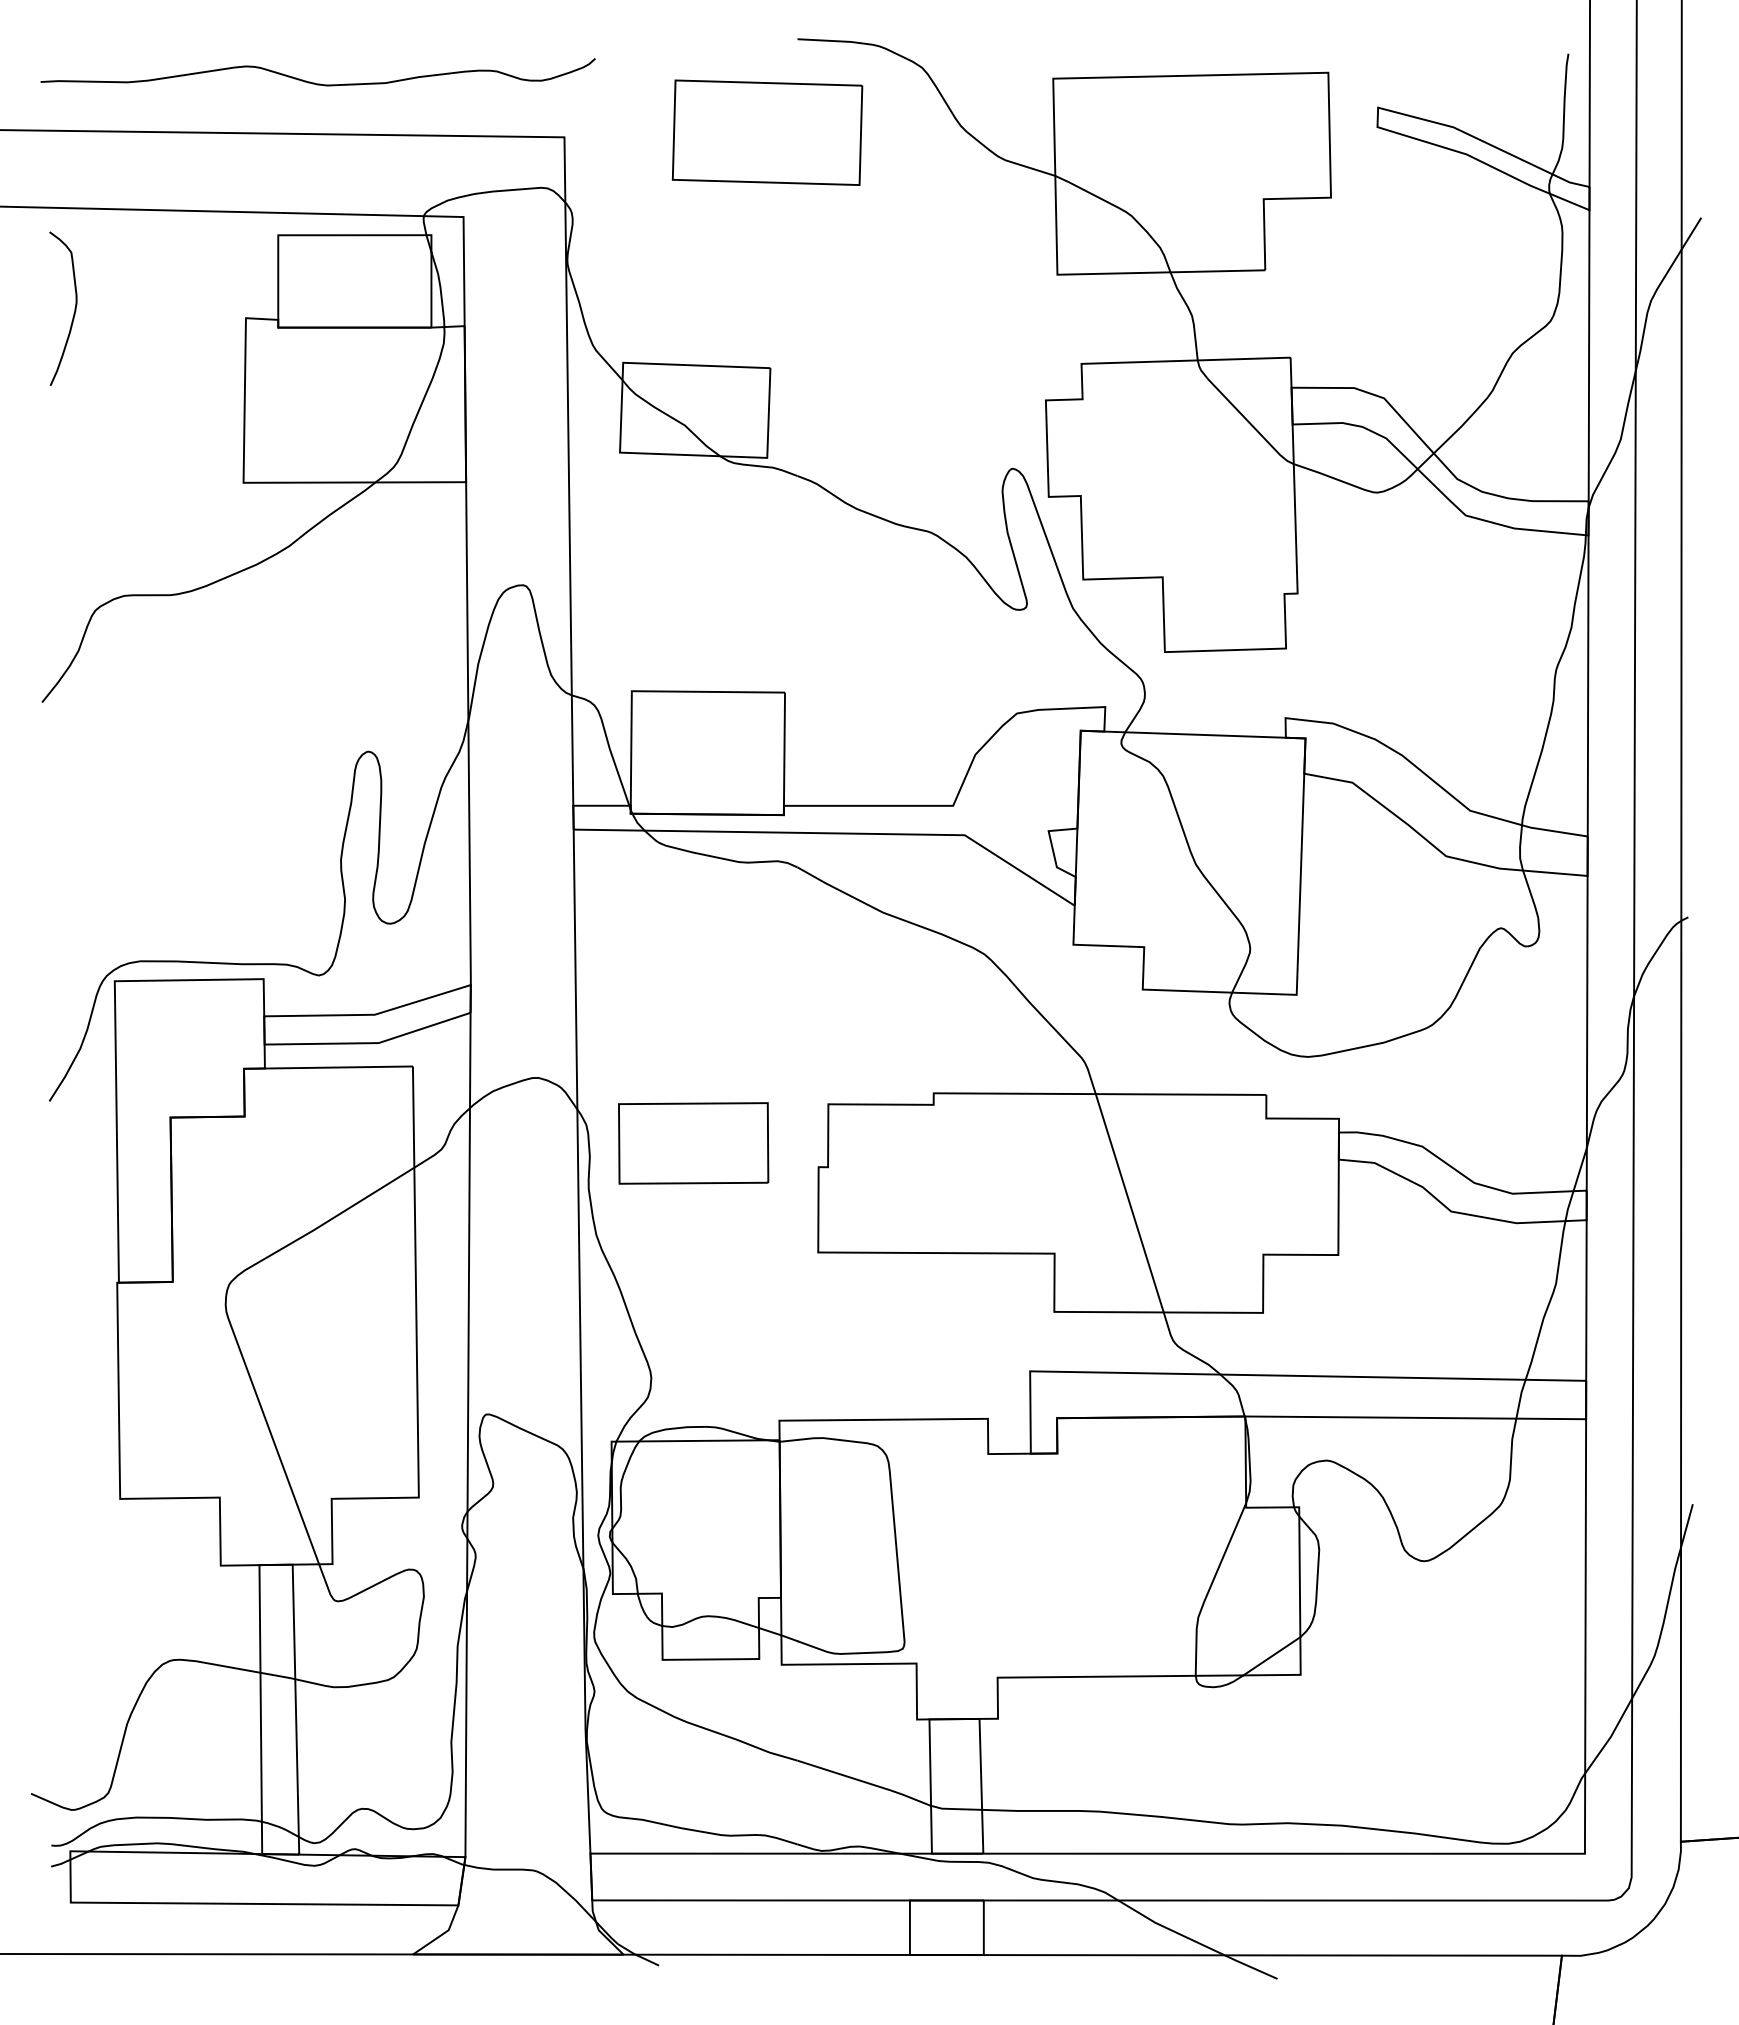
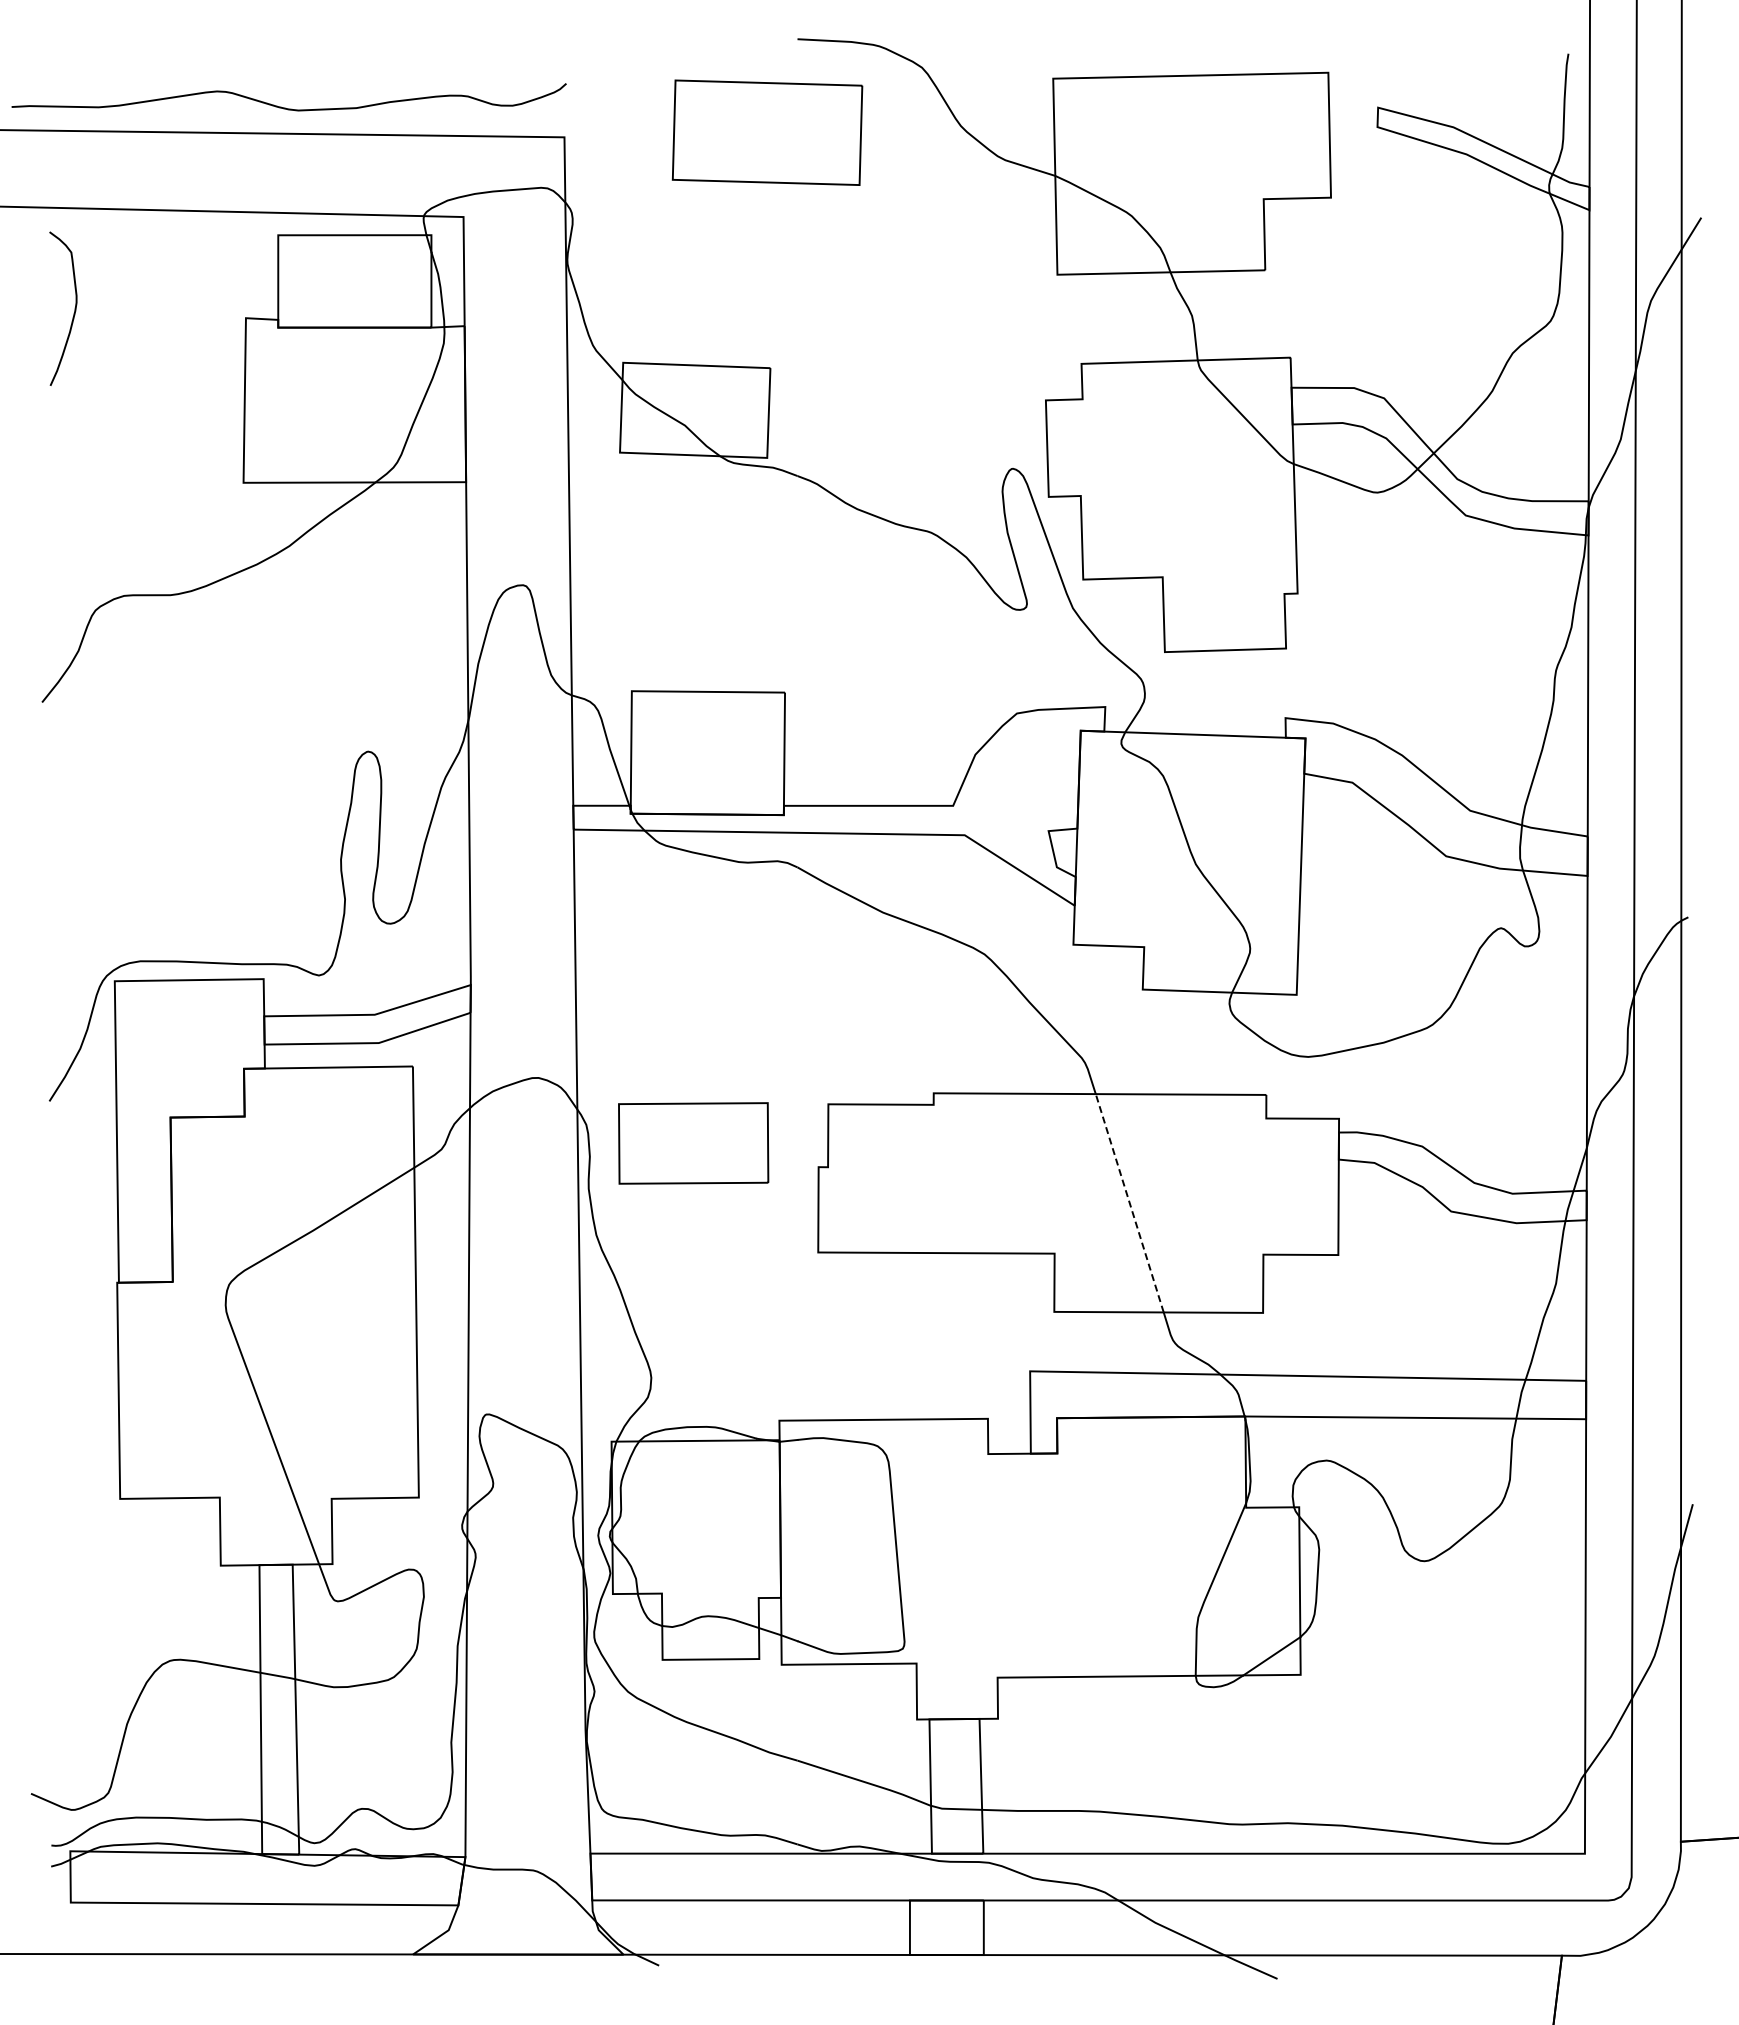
curve at (314, 82) position: (314, 82) -> (285, 107)
line at (1129, 1202): solid -> dashed
